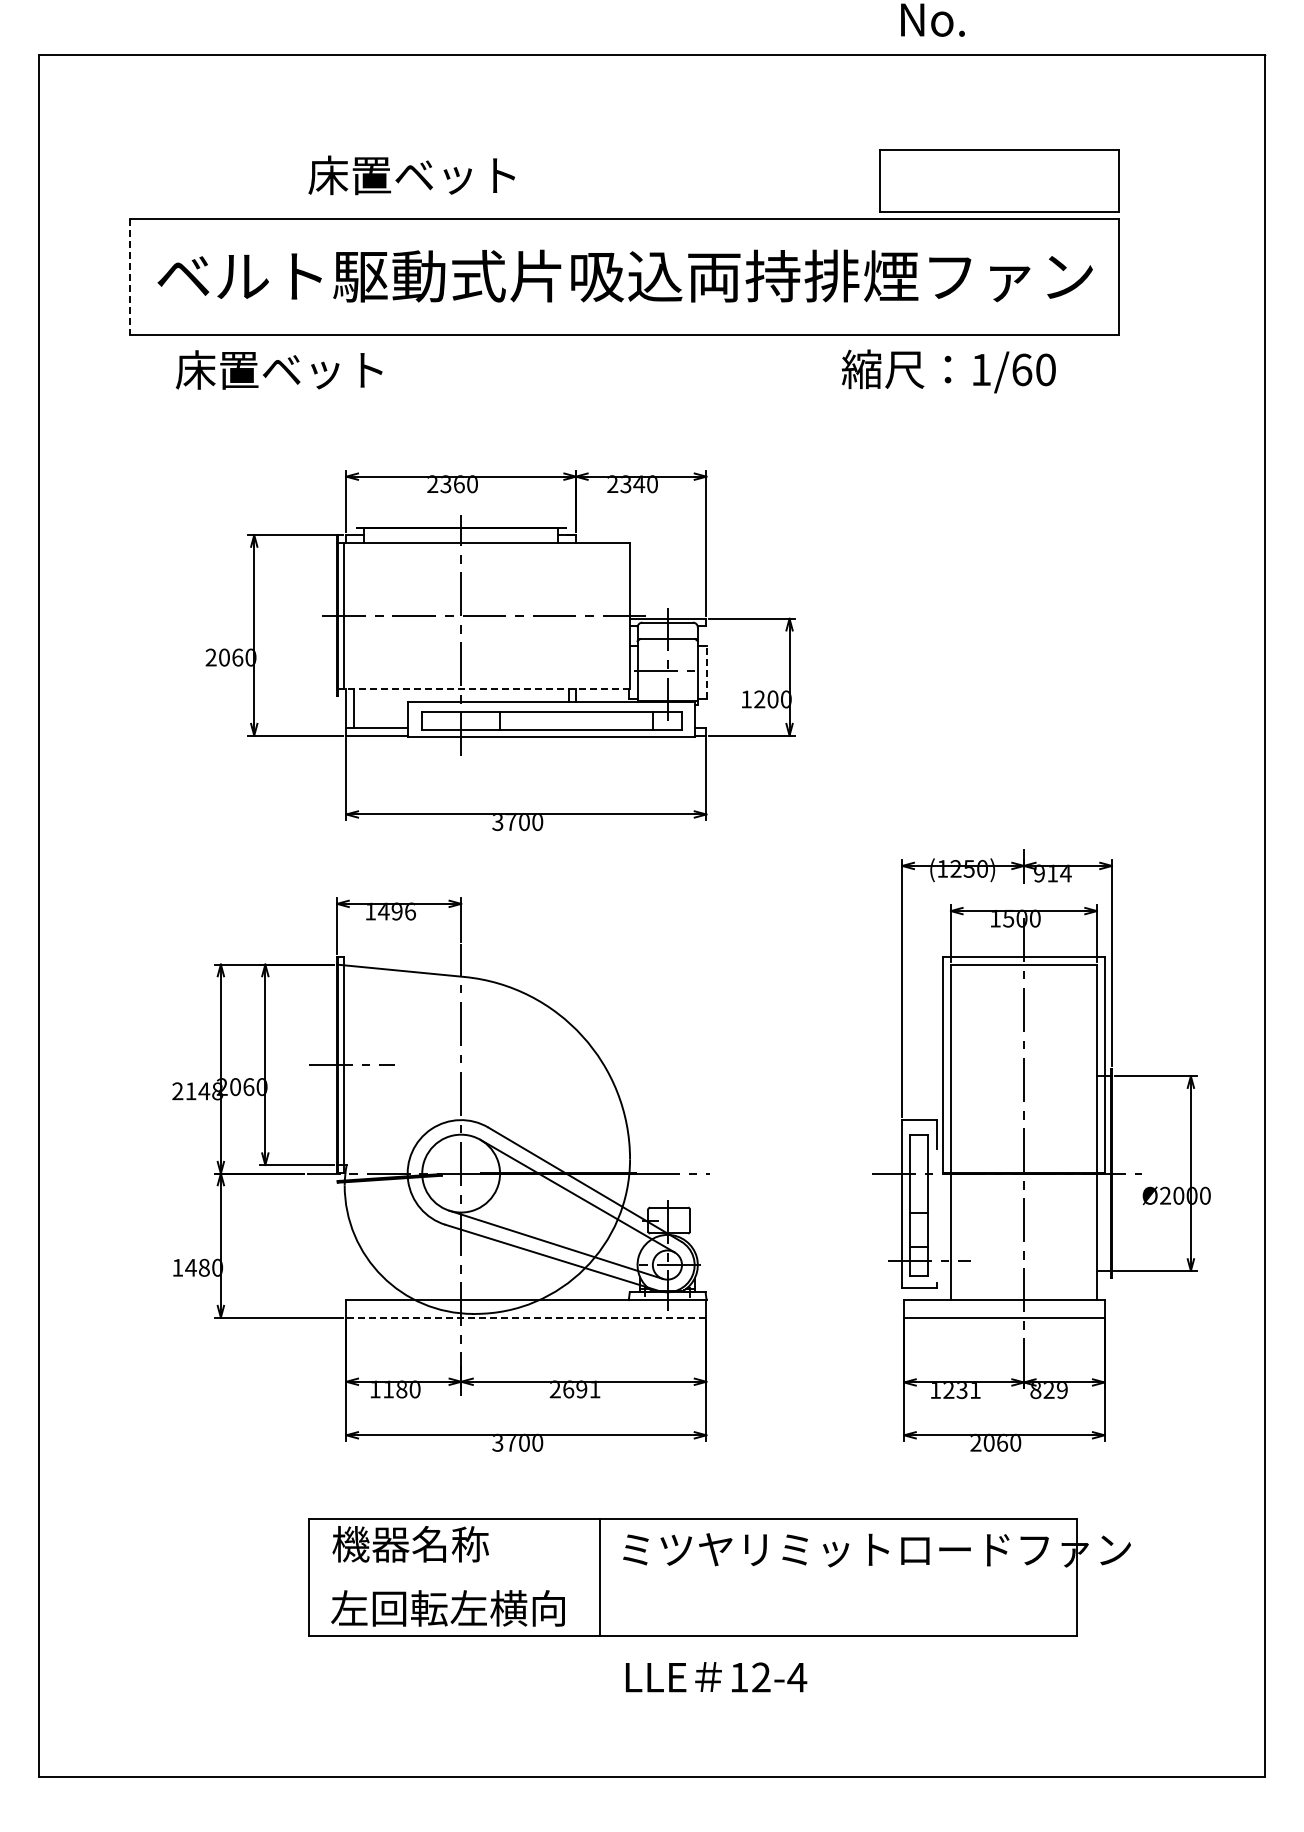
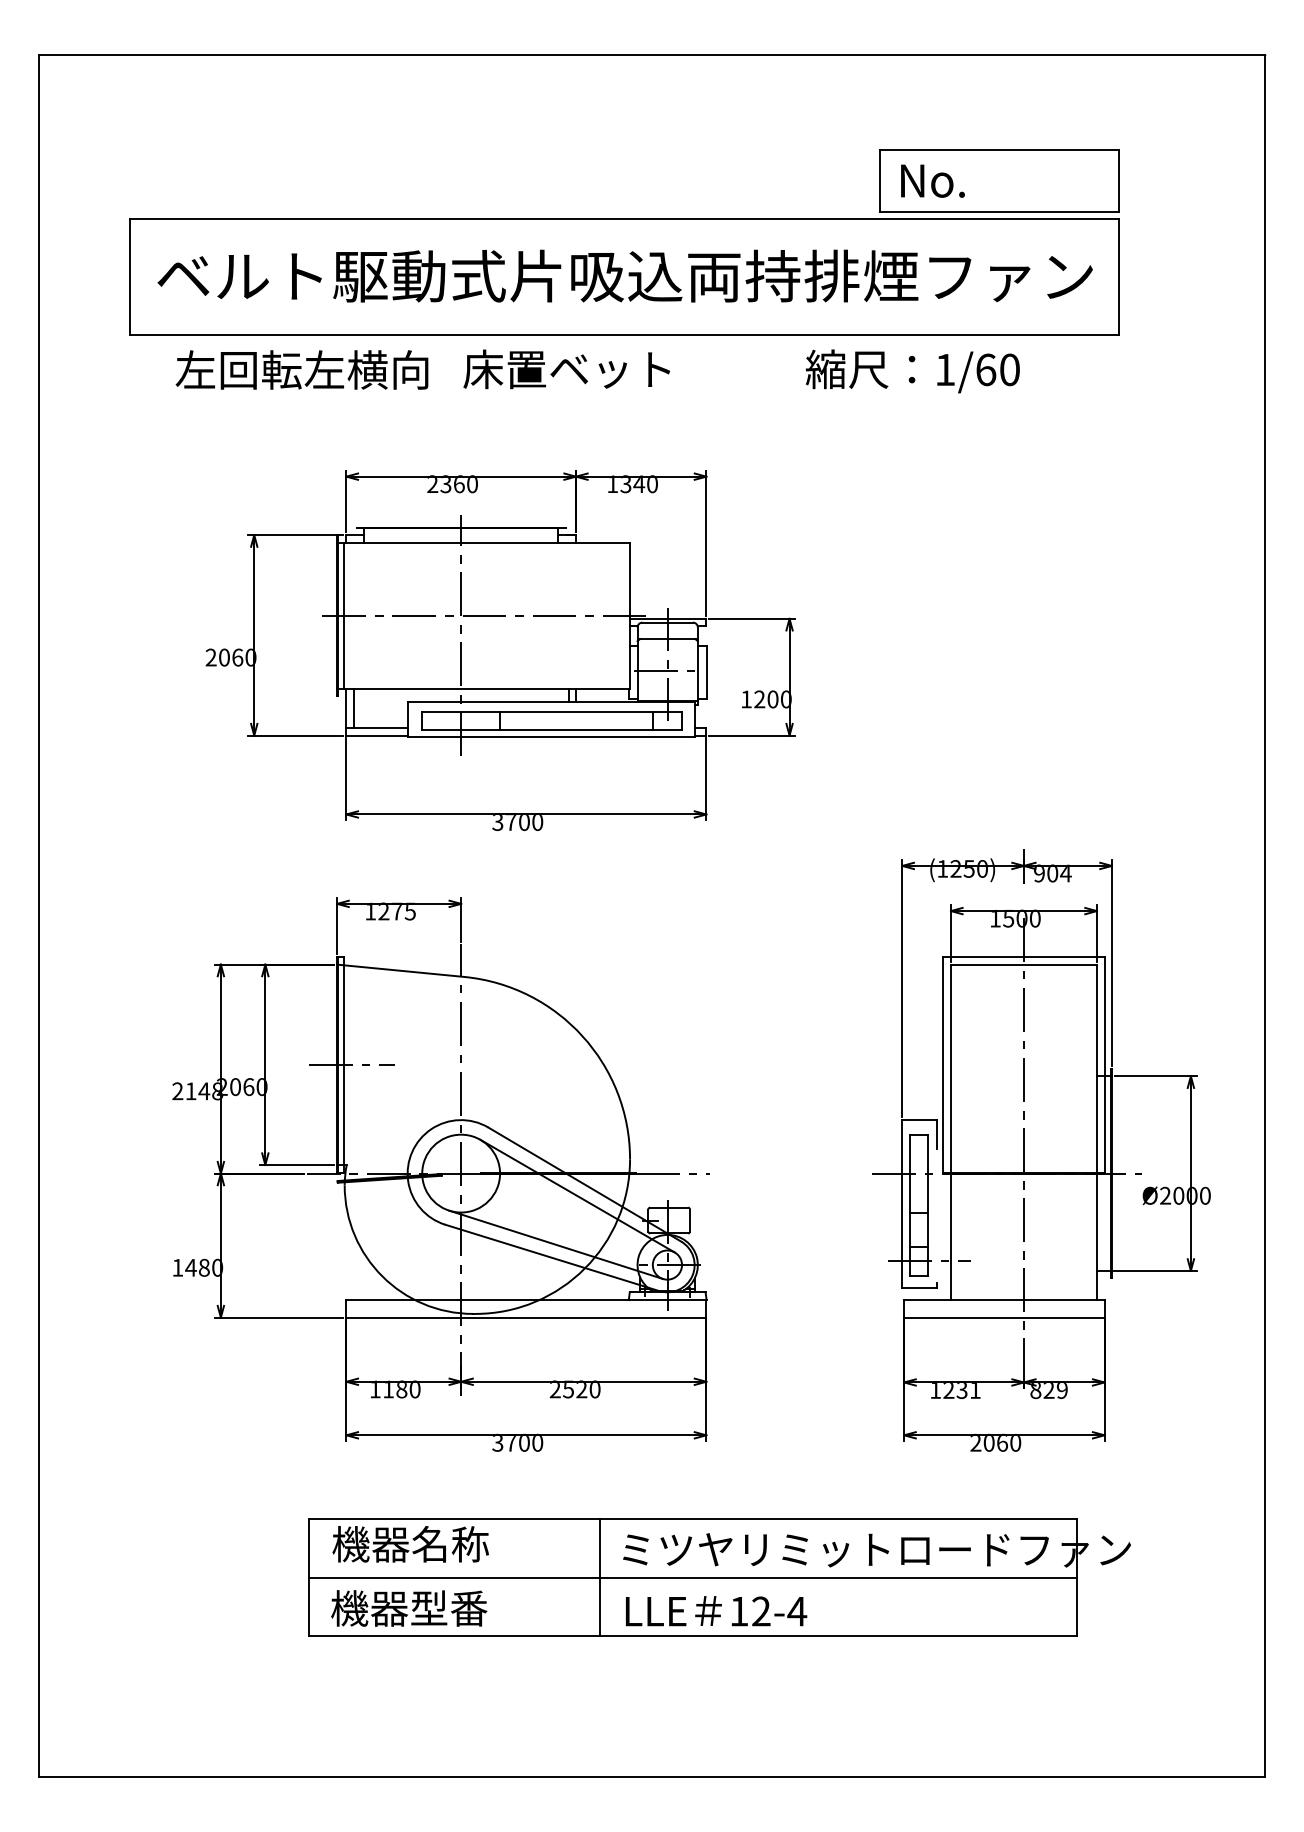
text at (932, 19) position: (932, 19) -> (932, 180)
text at (411, 175) position: (411, 175) -> (566, 369)
line at (129, 277): dashed -> solid
text at (301, 369): 床置ベット -> 左回転左横向
text at (948, 371) position: (948, 371) -> (912, 371)
text at (612, 483): 2340 -> 1340
line at (706, 672): dashed -> solid
line at (483, 688): dashed -> solid
text at (1052, 873): 914 -> 904
text at (396, 911): 1496 -> 1275
line at (526, 1317): dashed -> solid
text at (581, 1389): 2691 -> 2520
line at (692, 1577): none -> present
text at (447, 1608): 左回転左横向 -> 機器型番
text at (716, 1677) position: (716, 1677) -> (716, 1611)
